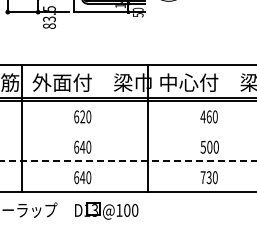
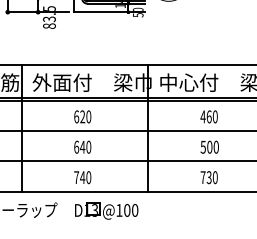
line at (127, 130): none -> present
line at (128, 161): dashed -> solid
text at (76, 177): 640 -> 740
